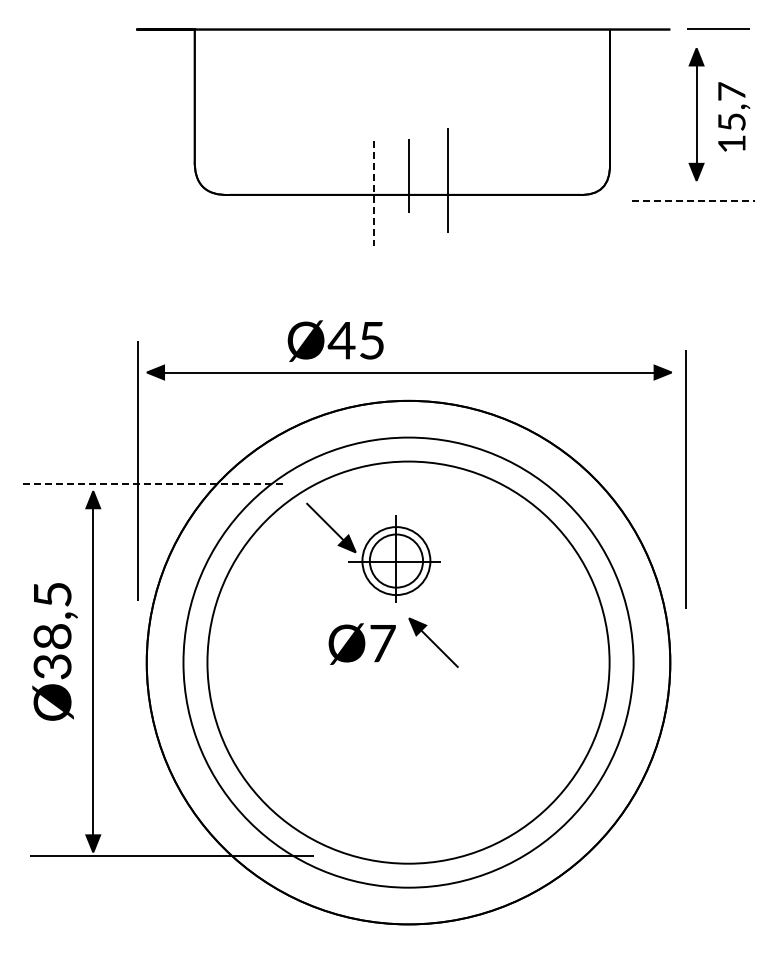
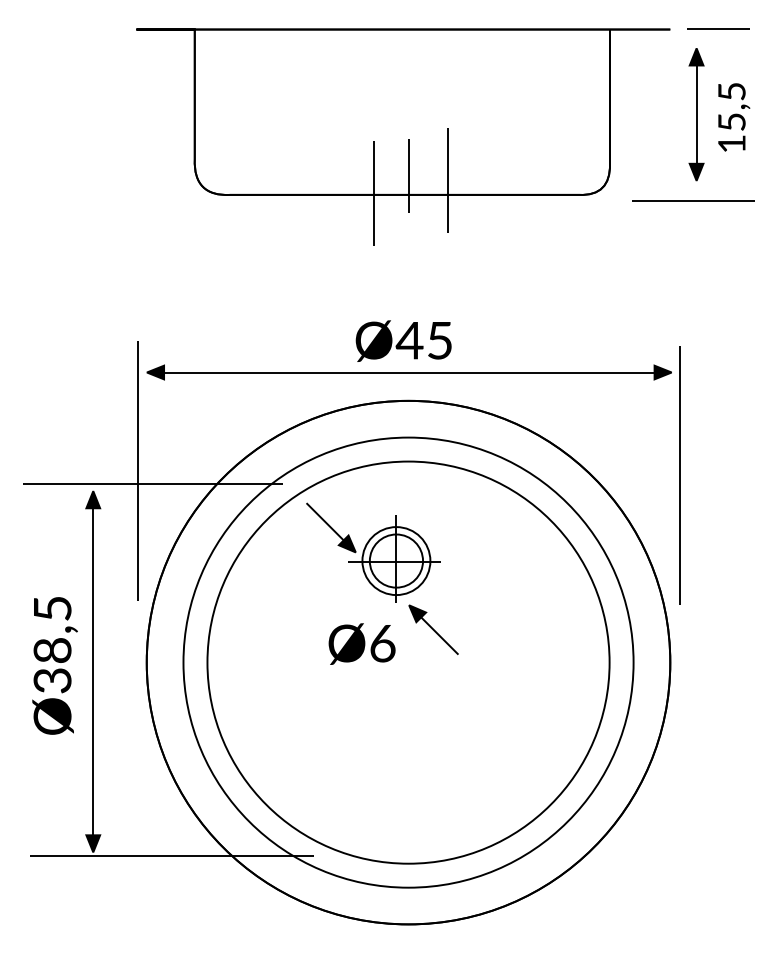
text at (731, 91): 15,7 -> 15,5
line at (373, 193): dashed -> solid
line at (693, 201): dashed -> solid
text at (335, 340) position: (335, 340) -> (403, 340)
line at (685, 479) position: (685, 479) -> (679, 475)
line at (153, 484): dashed -> solid
part at (433, 642) position: (433, 642) -> (433, 629)
text at (382, 643): Ø7 -> Ø6
text at (54, 651) position: (54, 651) -> (54, 665)
